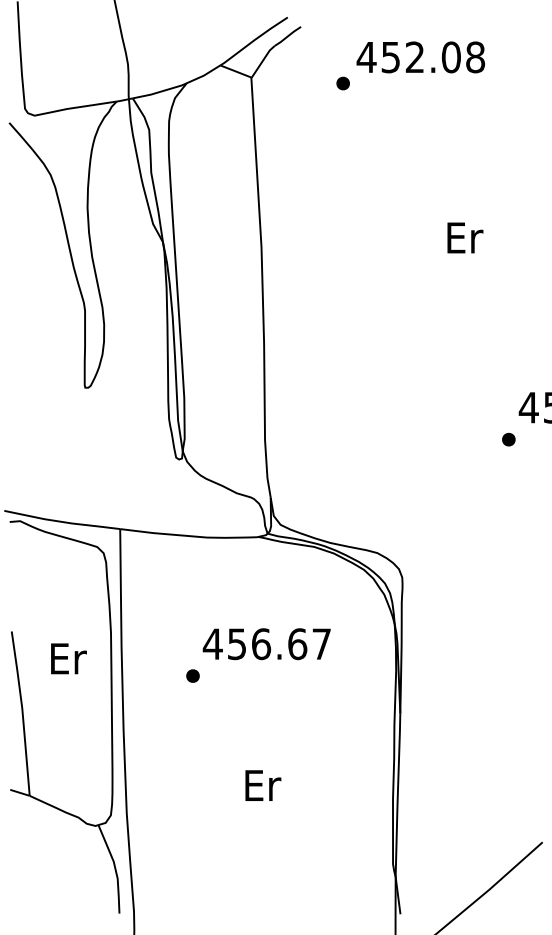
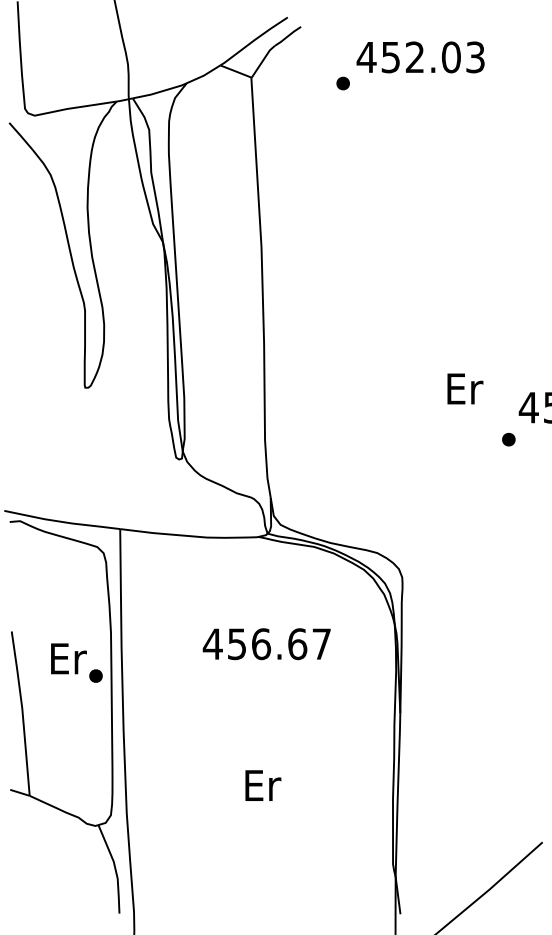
text at (475, 57): 452.08 -> 452.03
text at (465, 237) position: (465, 237) -> (465, 388)
part at (192, 675) position: (192, 675) -> (95, 675)
